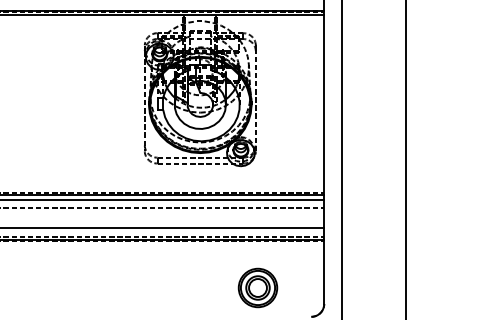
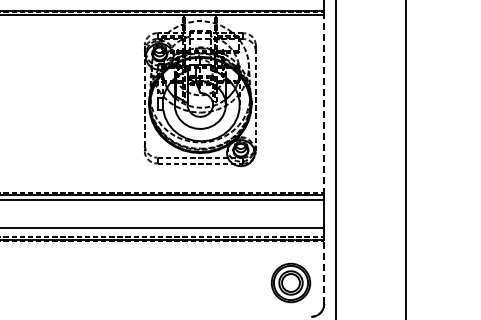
line at (324, 104): solid -> dashed
line at (341, 159) position: (341, 159) -> (335, 159)
line at (163, 208): present -> none
line at (324, 271): solid -> dashed
part at (257, 287) position: (257, 287) -> (290, 282)
